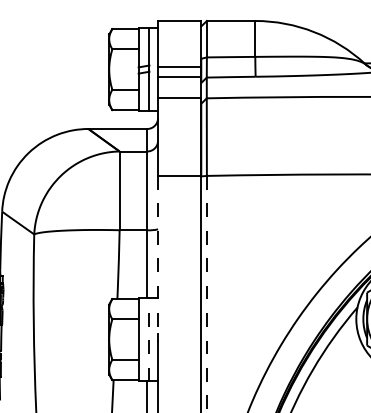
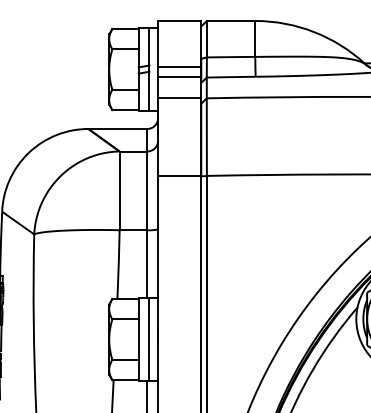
line at (158, 254): dashed -> solid
line at (206, 294): dashed -> solid
line at (149, 339): dashed -> solid
